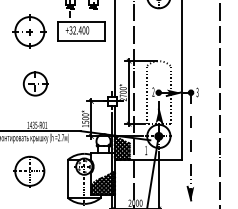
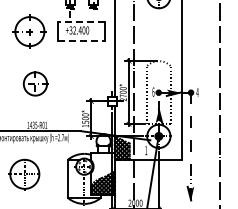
line at (80, 22): solid -> dashed
line at (81, 40): solid -> dashed
text at (153, 91): 2 -> 6
text at (197, 92): 3 -> 4
part at (29, 171) position: (29, 171) -> (24, 174)
